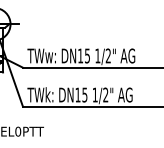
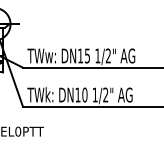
text at (84, 94): DN15 -> DN10
